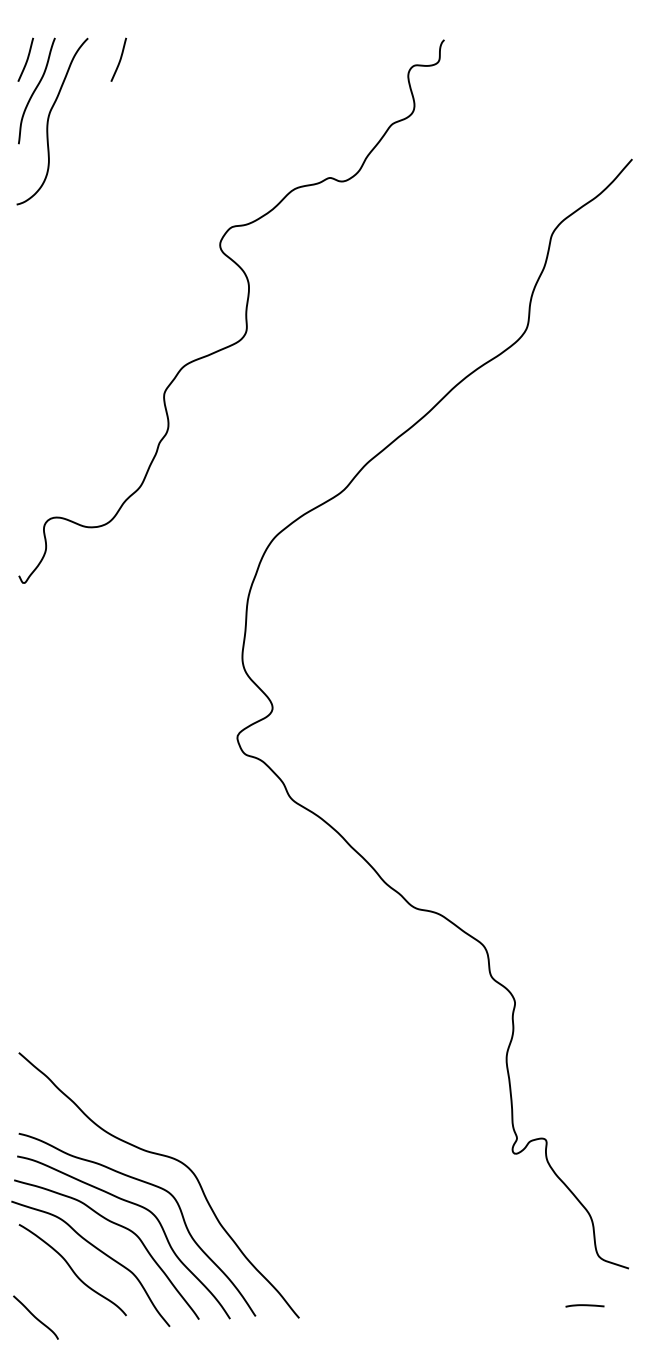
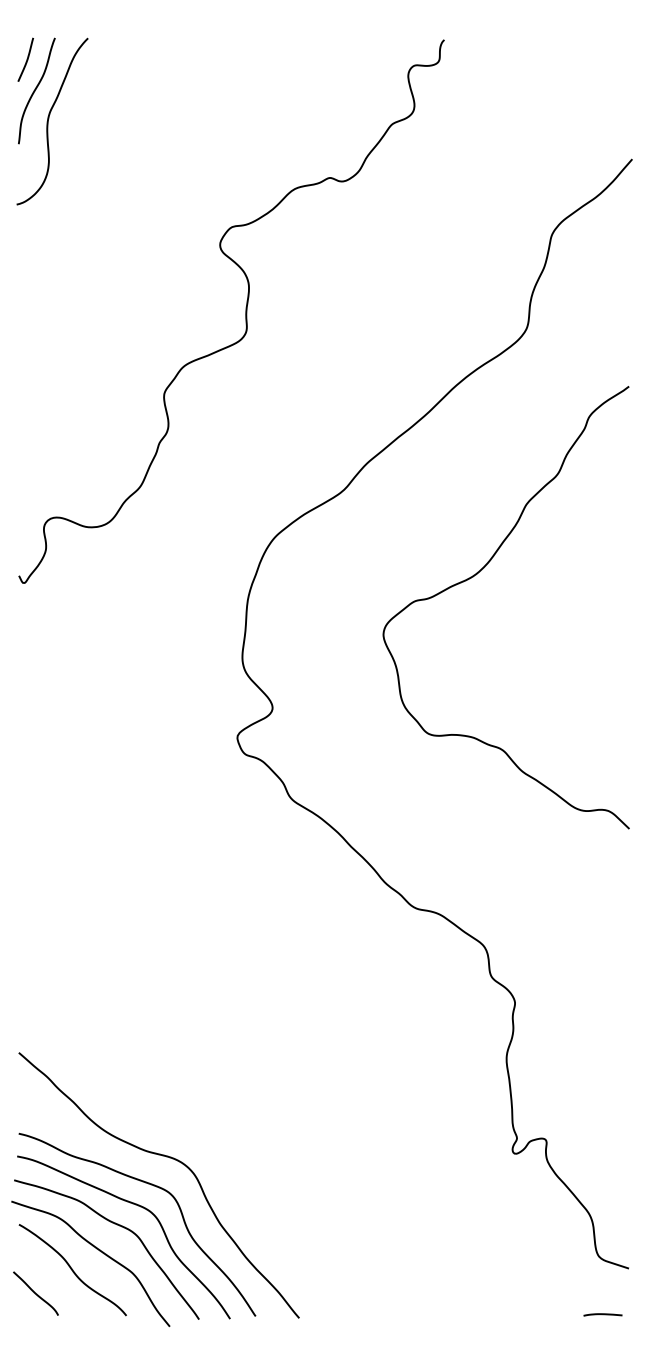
curve at (119, 59): present -> none
curve at (476, 575): none -> present
line at (584, 1305) position: (584, 1305) -> (602, 1314)
curve at (35, 1317) position: (35, 1317) -> (35, 1293)
